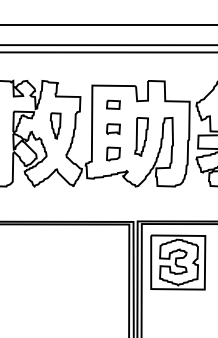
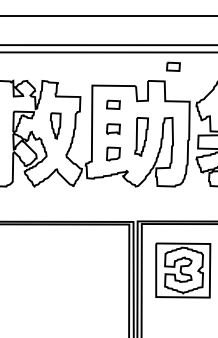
line at (108, 25) position: (108, 25) -> (108, 16)
part at (173, 66): none -> present
part at (178, 262) position: (178, 262) -> (183, 270)
